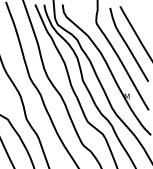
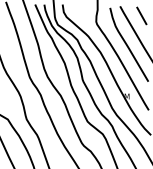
line at (141, 15): none -> present
